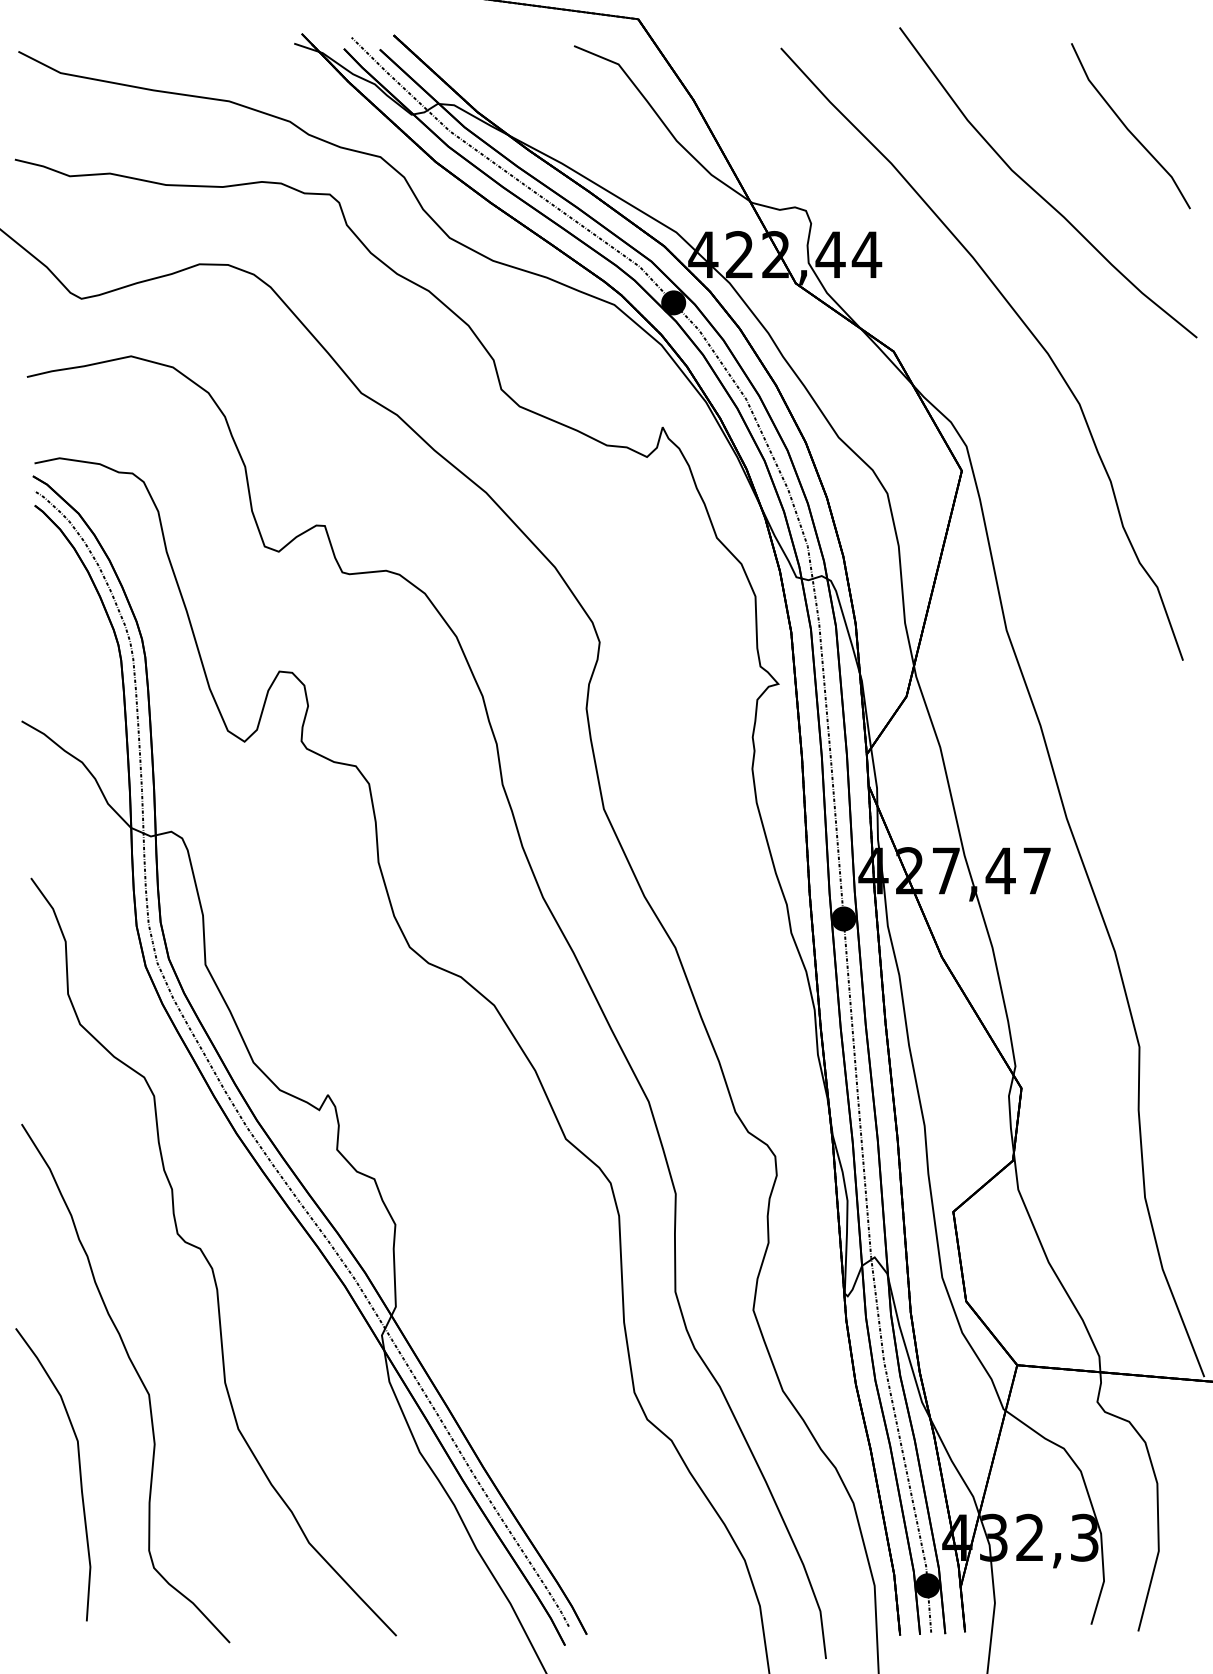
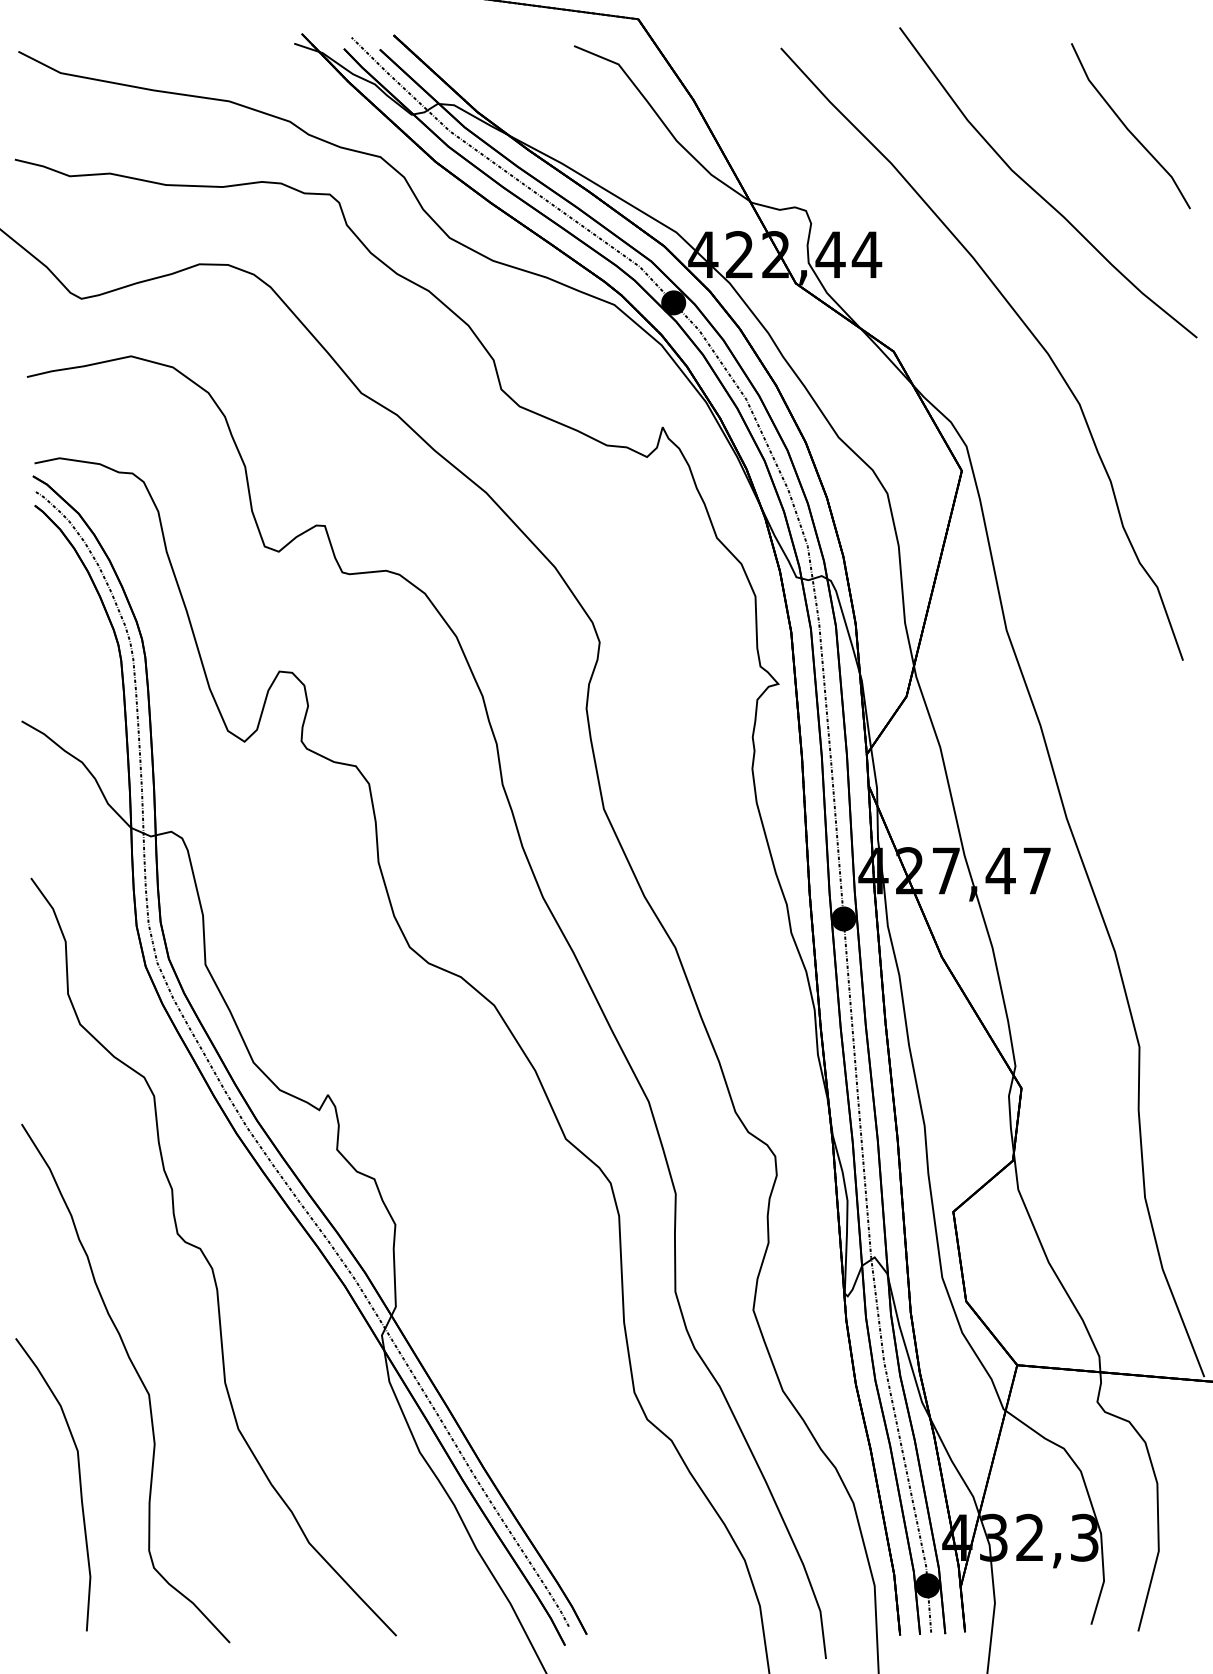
part at (79, 1474) position: (79, 1474) -> (79, 1484)
